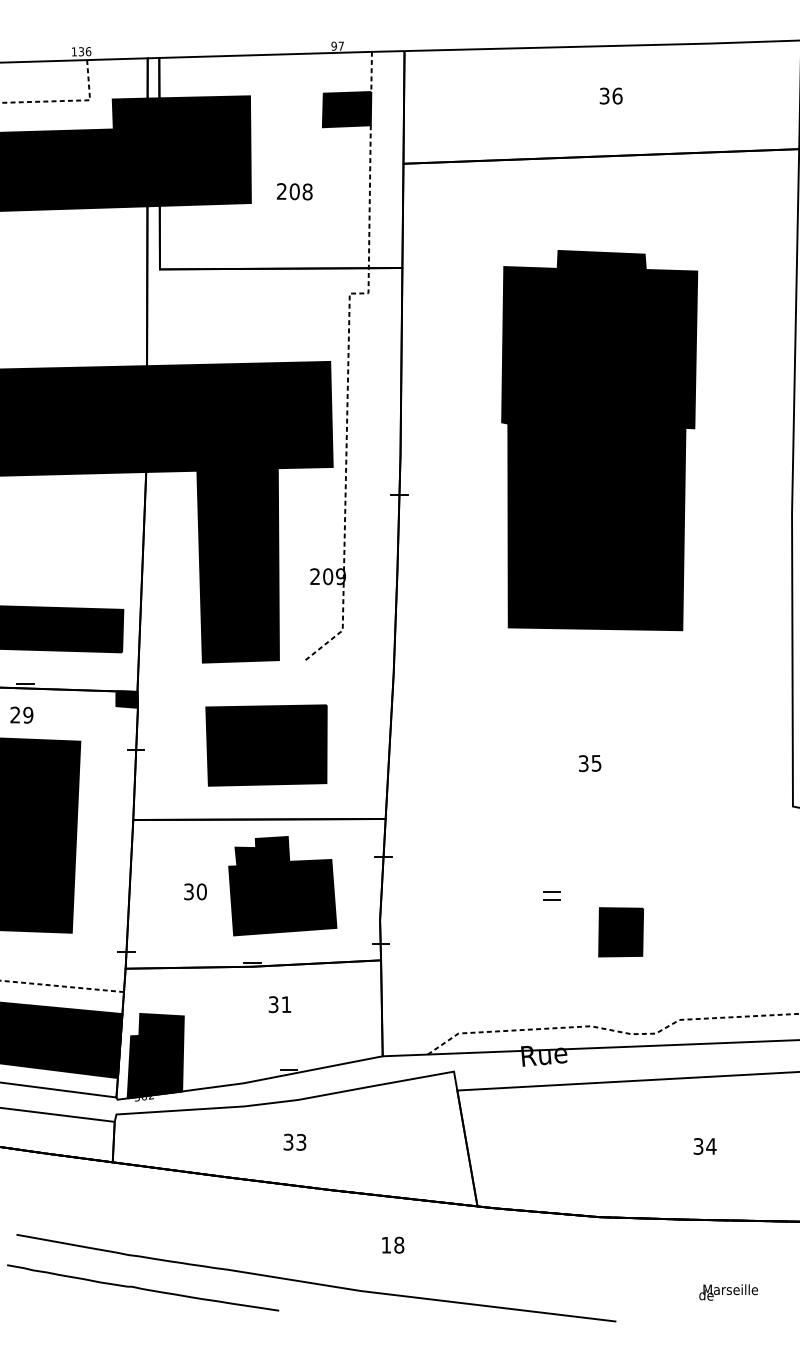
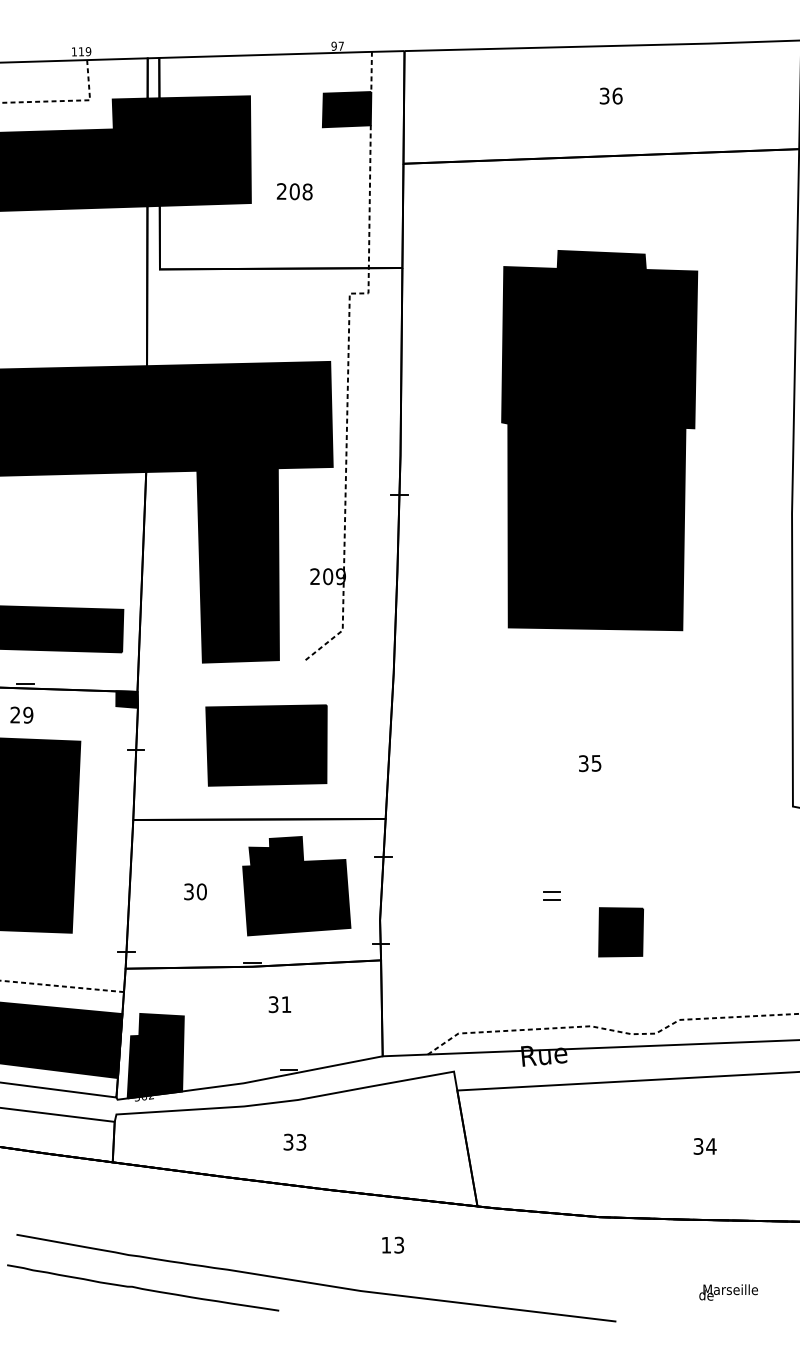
text at (84, 51): 136 -> 119
part at (282, 886) position: (282, 886) -> (296, 886)
text at (399, 1244): 18 -> 13
